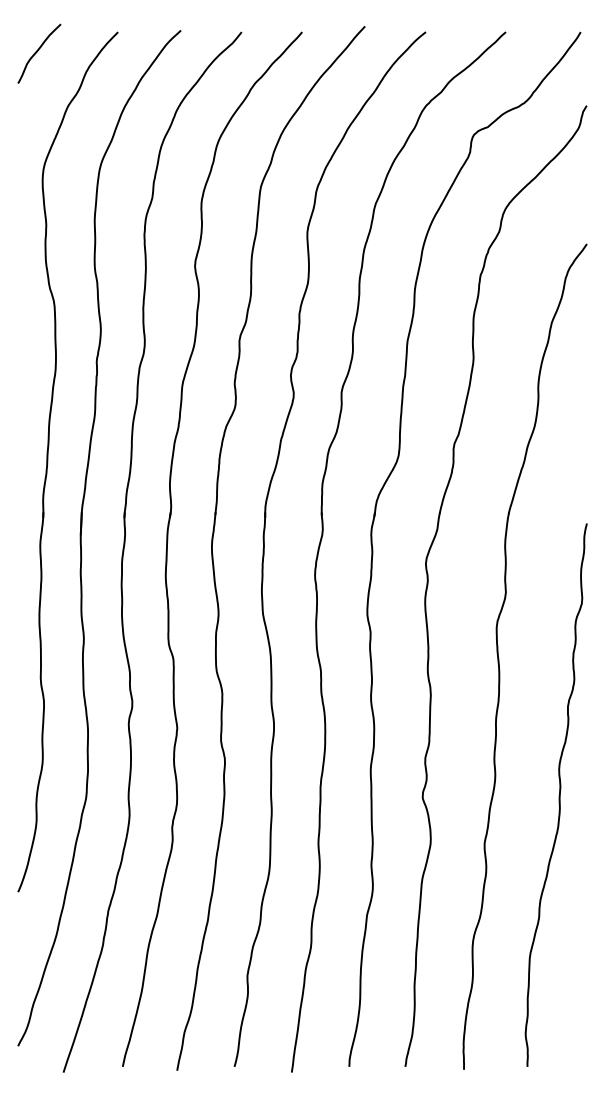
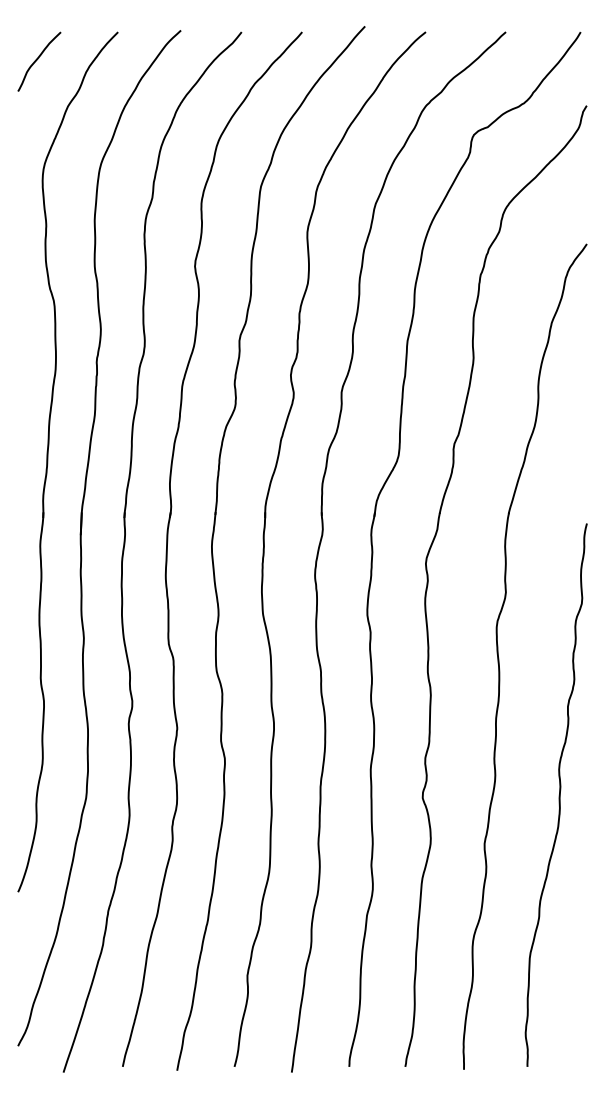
curve at (38, 51) position: (38, 51) -> (38, 59)
